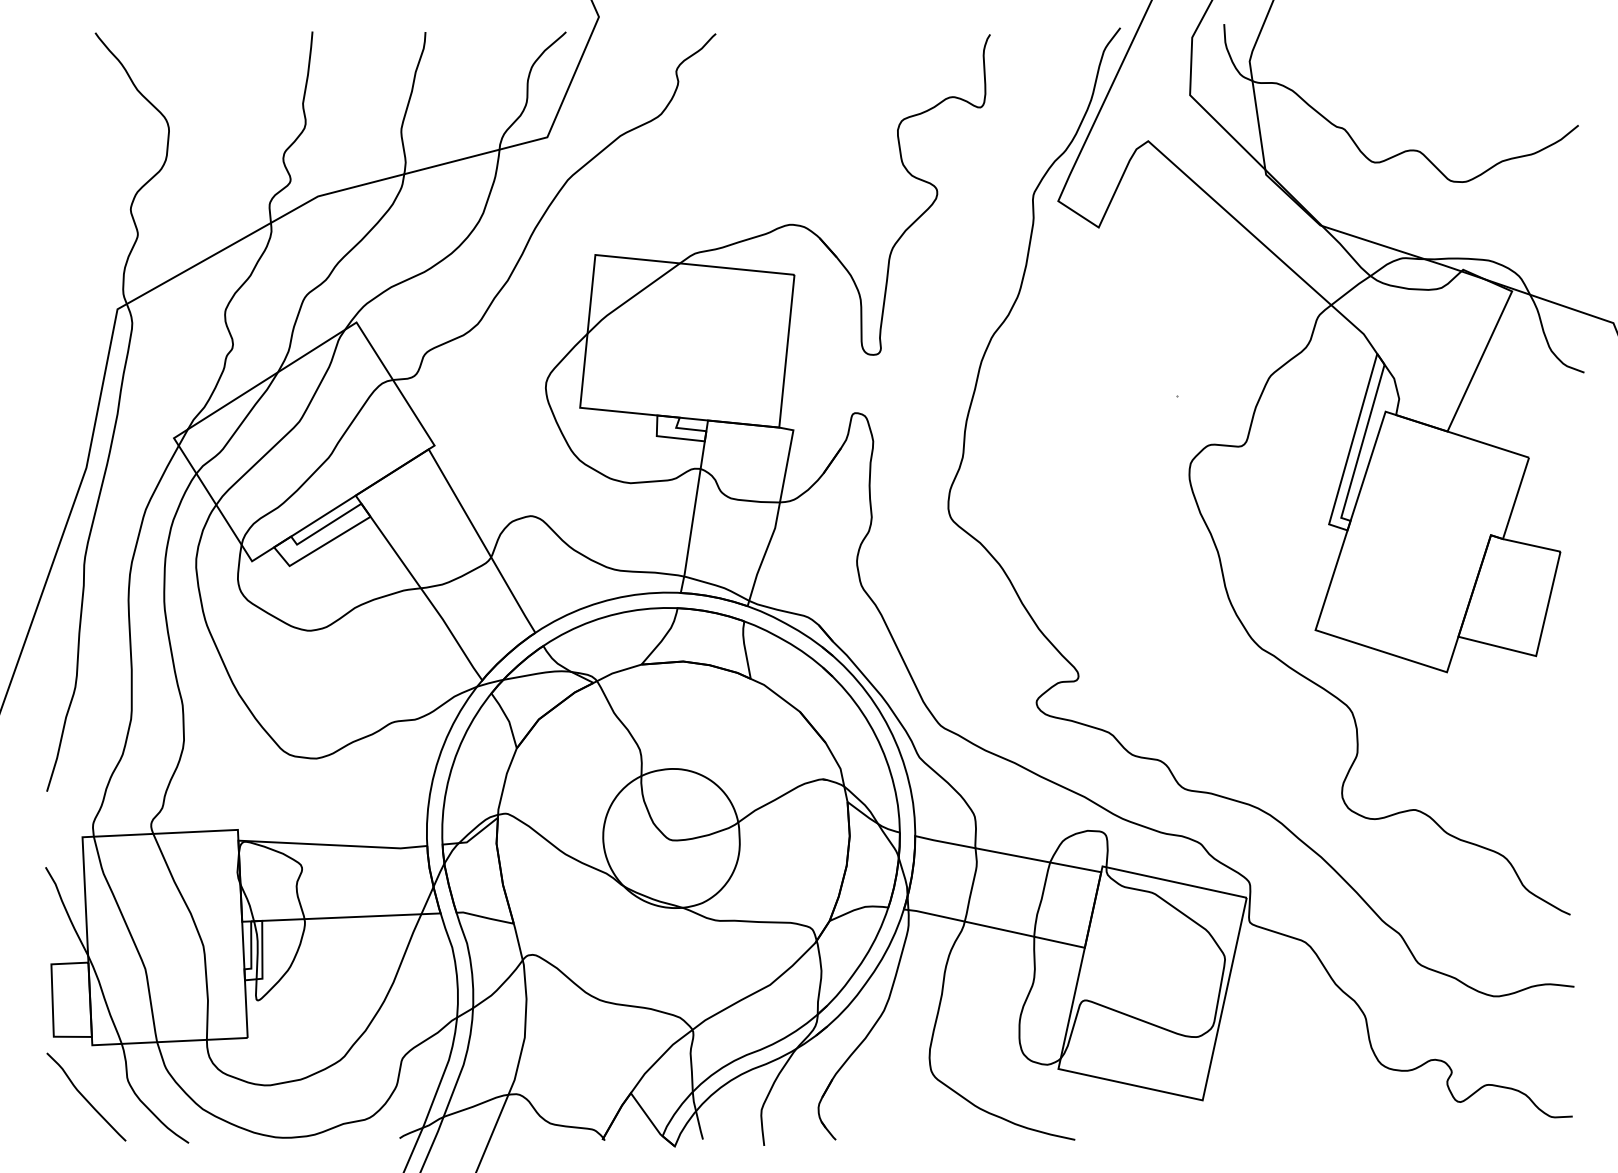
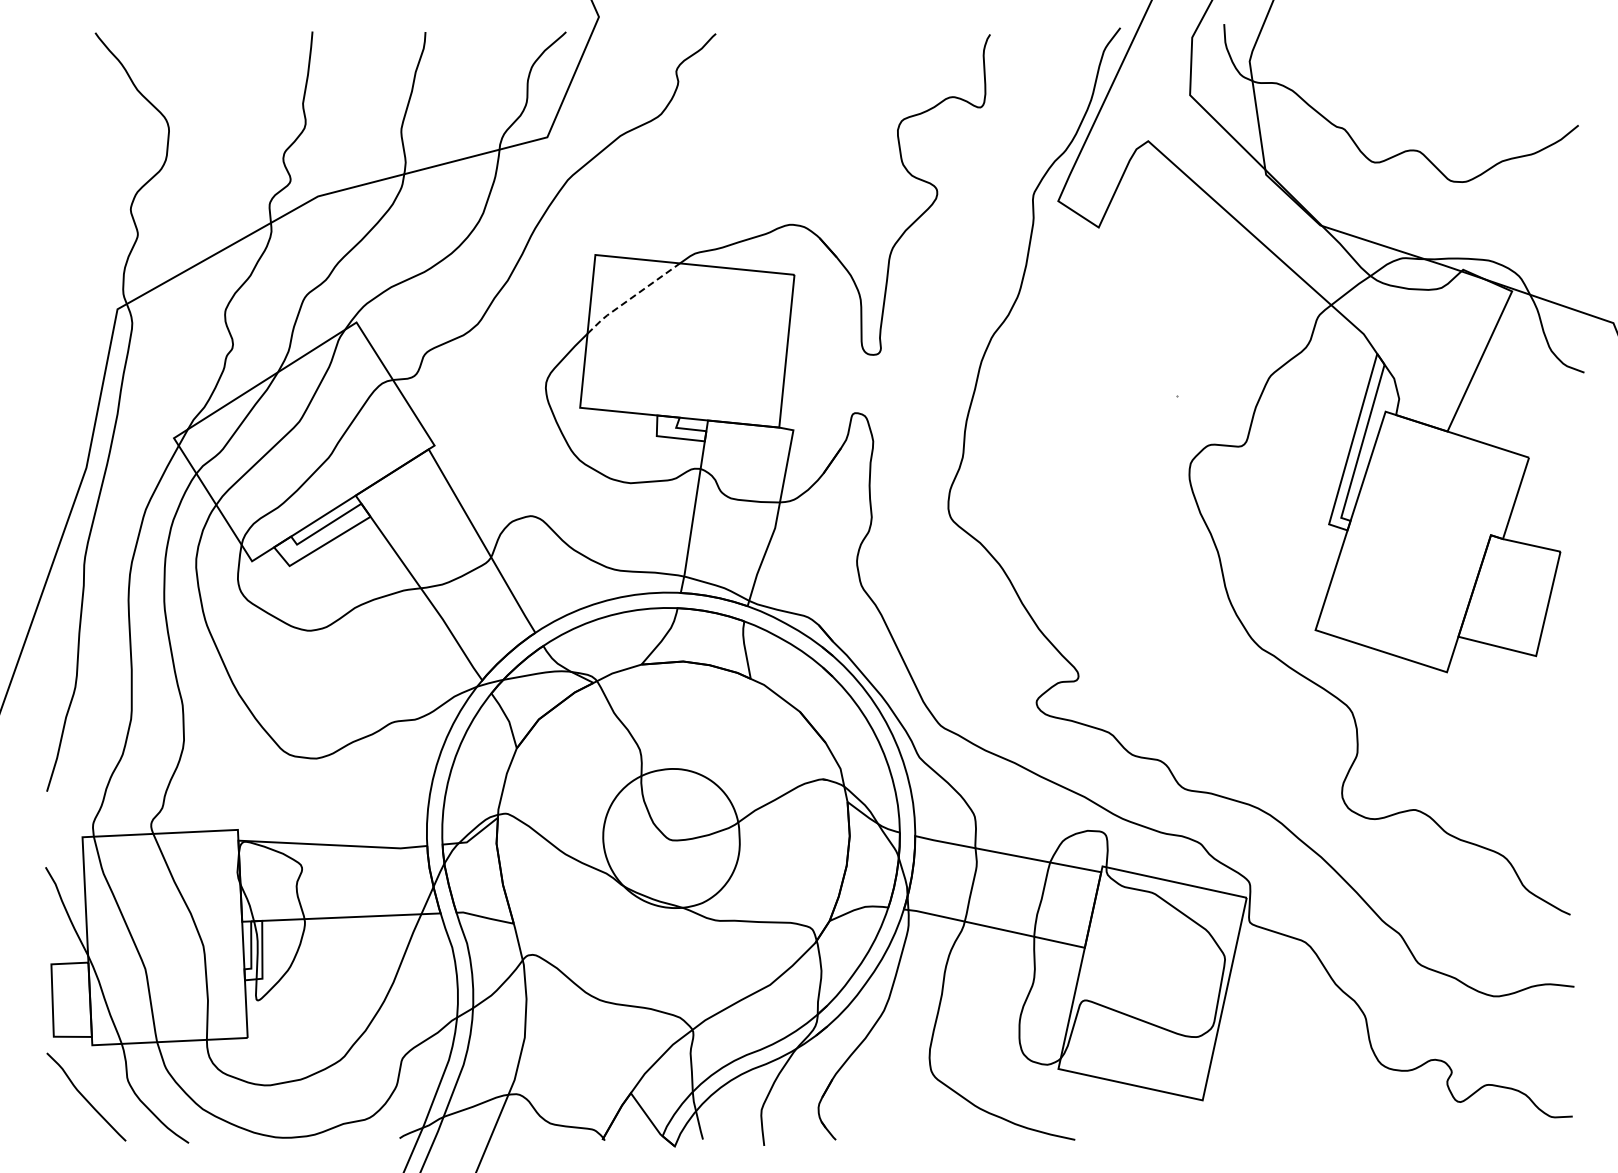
line at (631, 298): solid -> dashed
